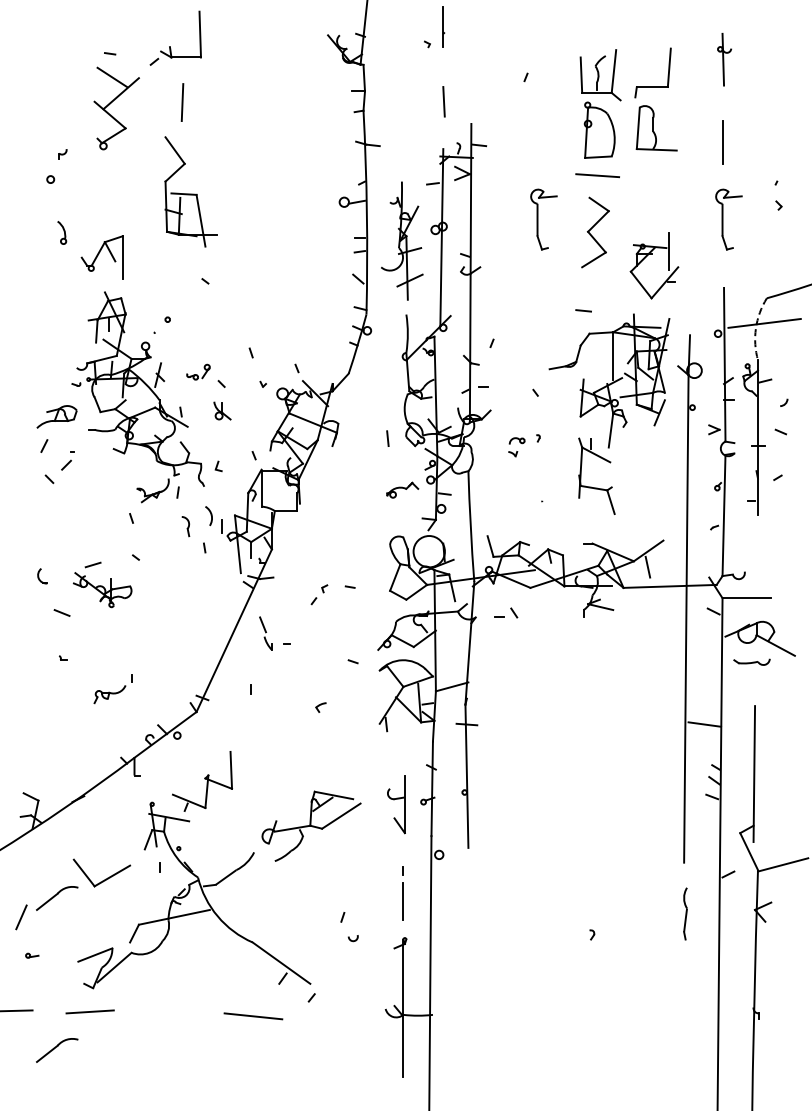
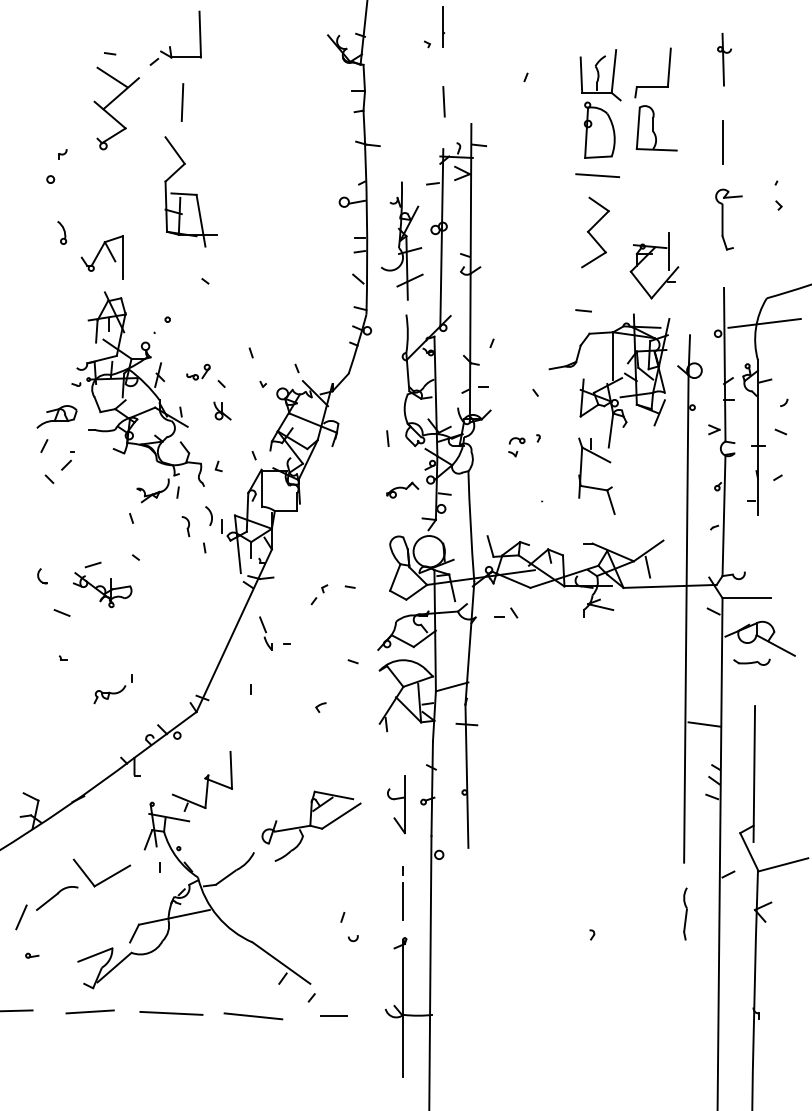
part at (543, 219): present -> none
arc at (755, 328): dashed -> solid
line at (171, 1012): none -> present
line at (333, 1016): none -> present
part at (57, 1050): present -> none
